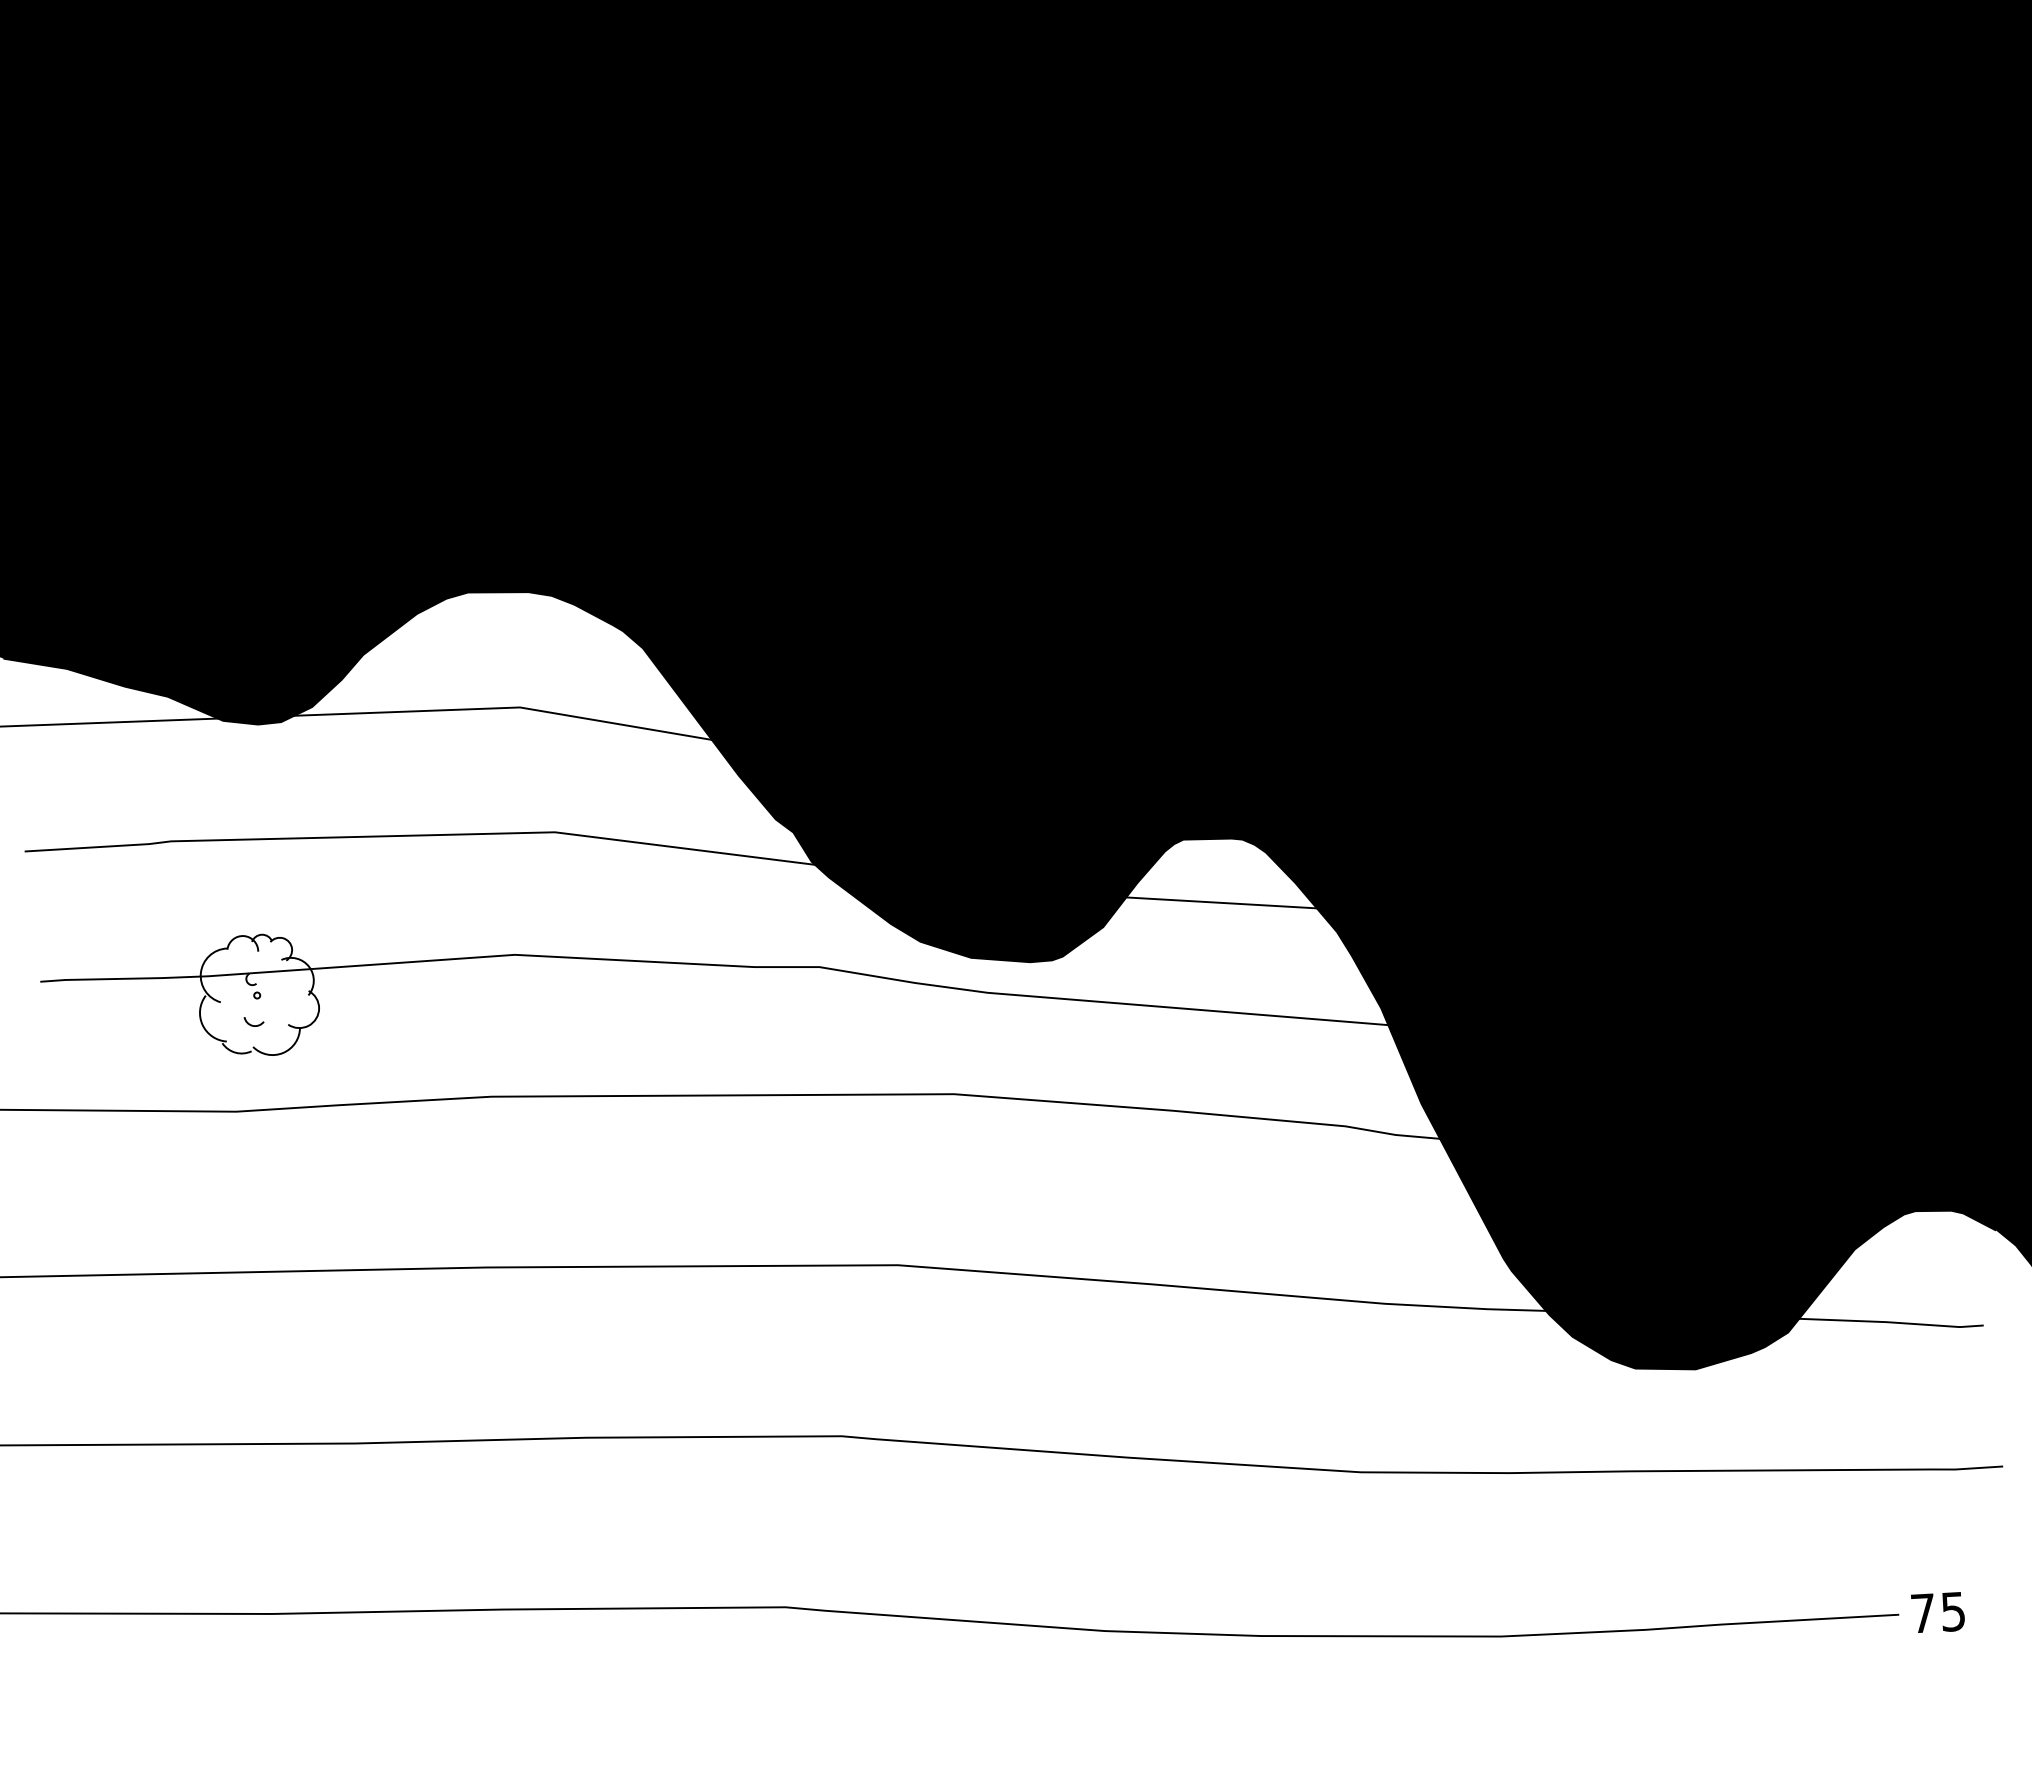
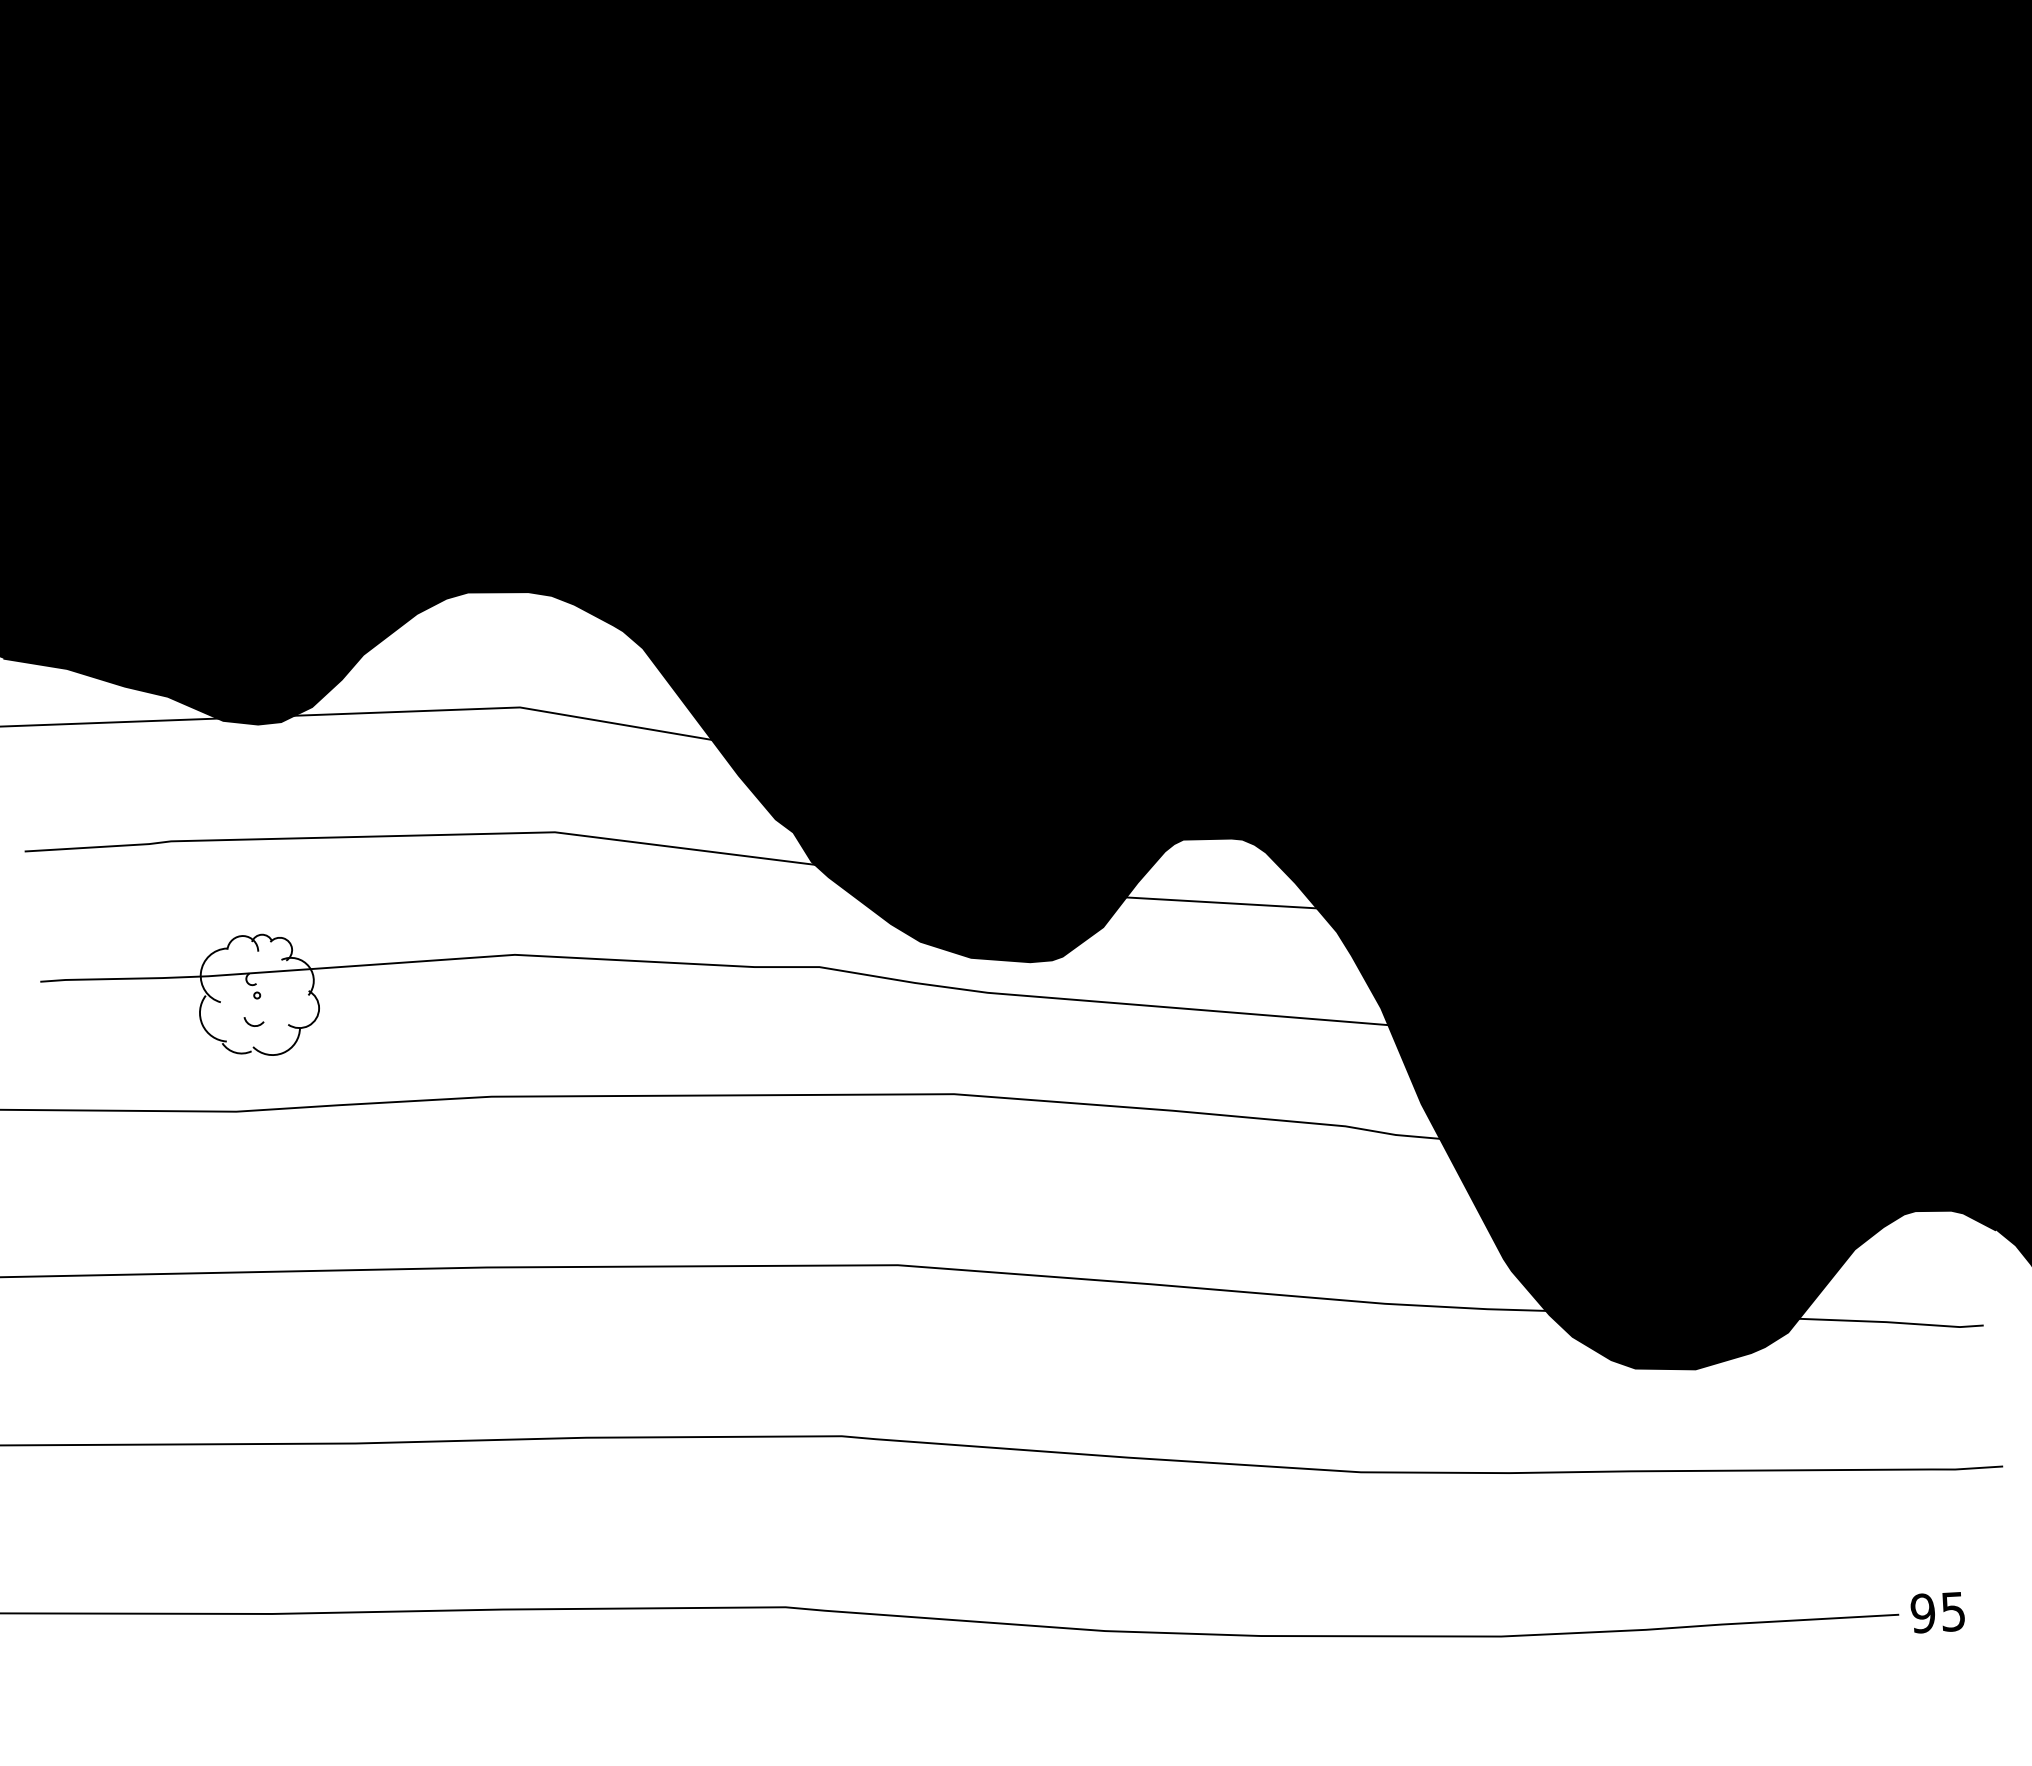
text at (1922, 1613): 75 -> 95
